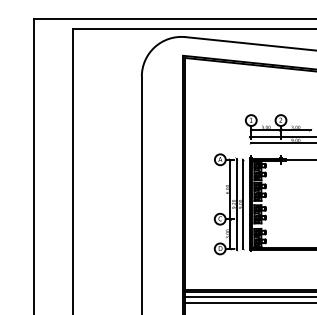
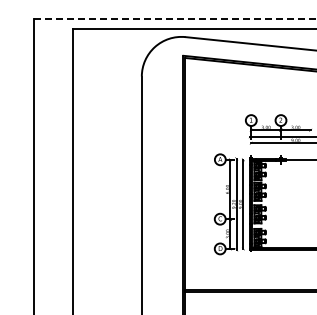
line at (175, 19): solid -> dashed
line at (249, 297): present -> none
line at (249, 303): present -> none
